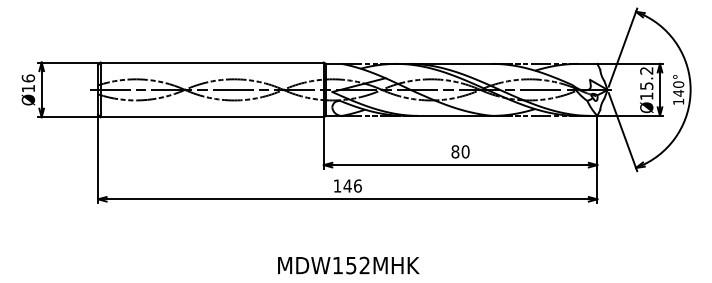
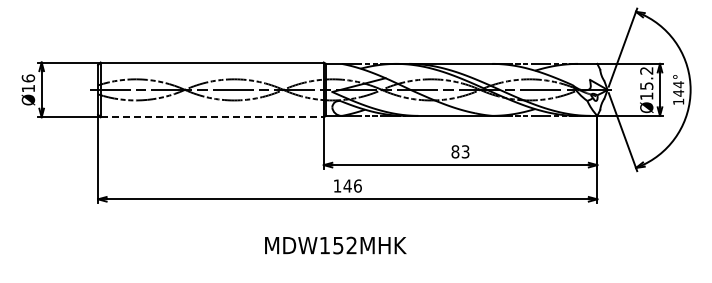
text at (678, 84): 140° -> 144°
line at (212, 117): solid -> dashed
text at (465, 151): 80 -> 83
text at (348, 265) position: (348, 265) -> (335, 245)
